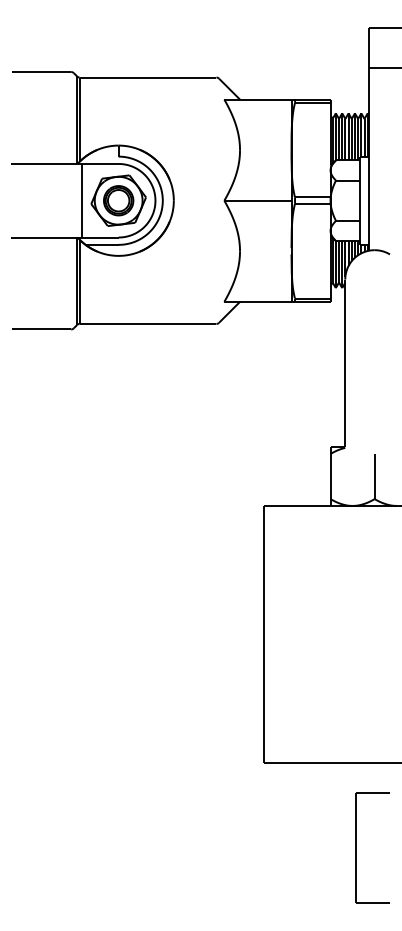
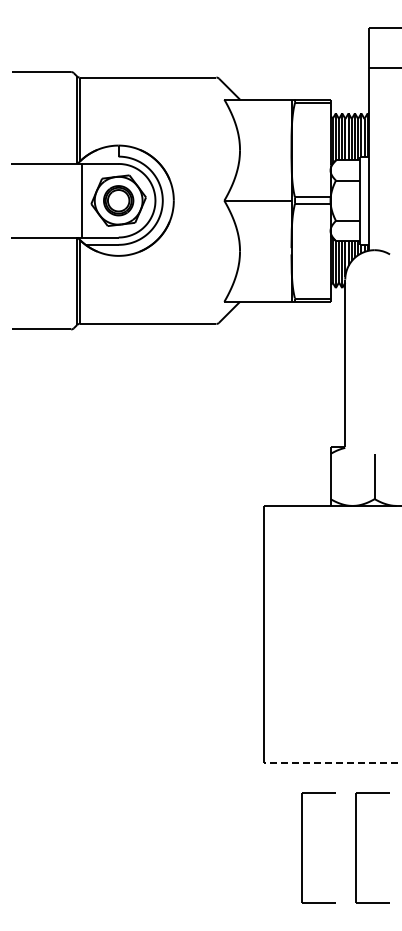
line at (332, 763): solid -> dashed
part at (302, 847): none -> present
